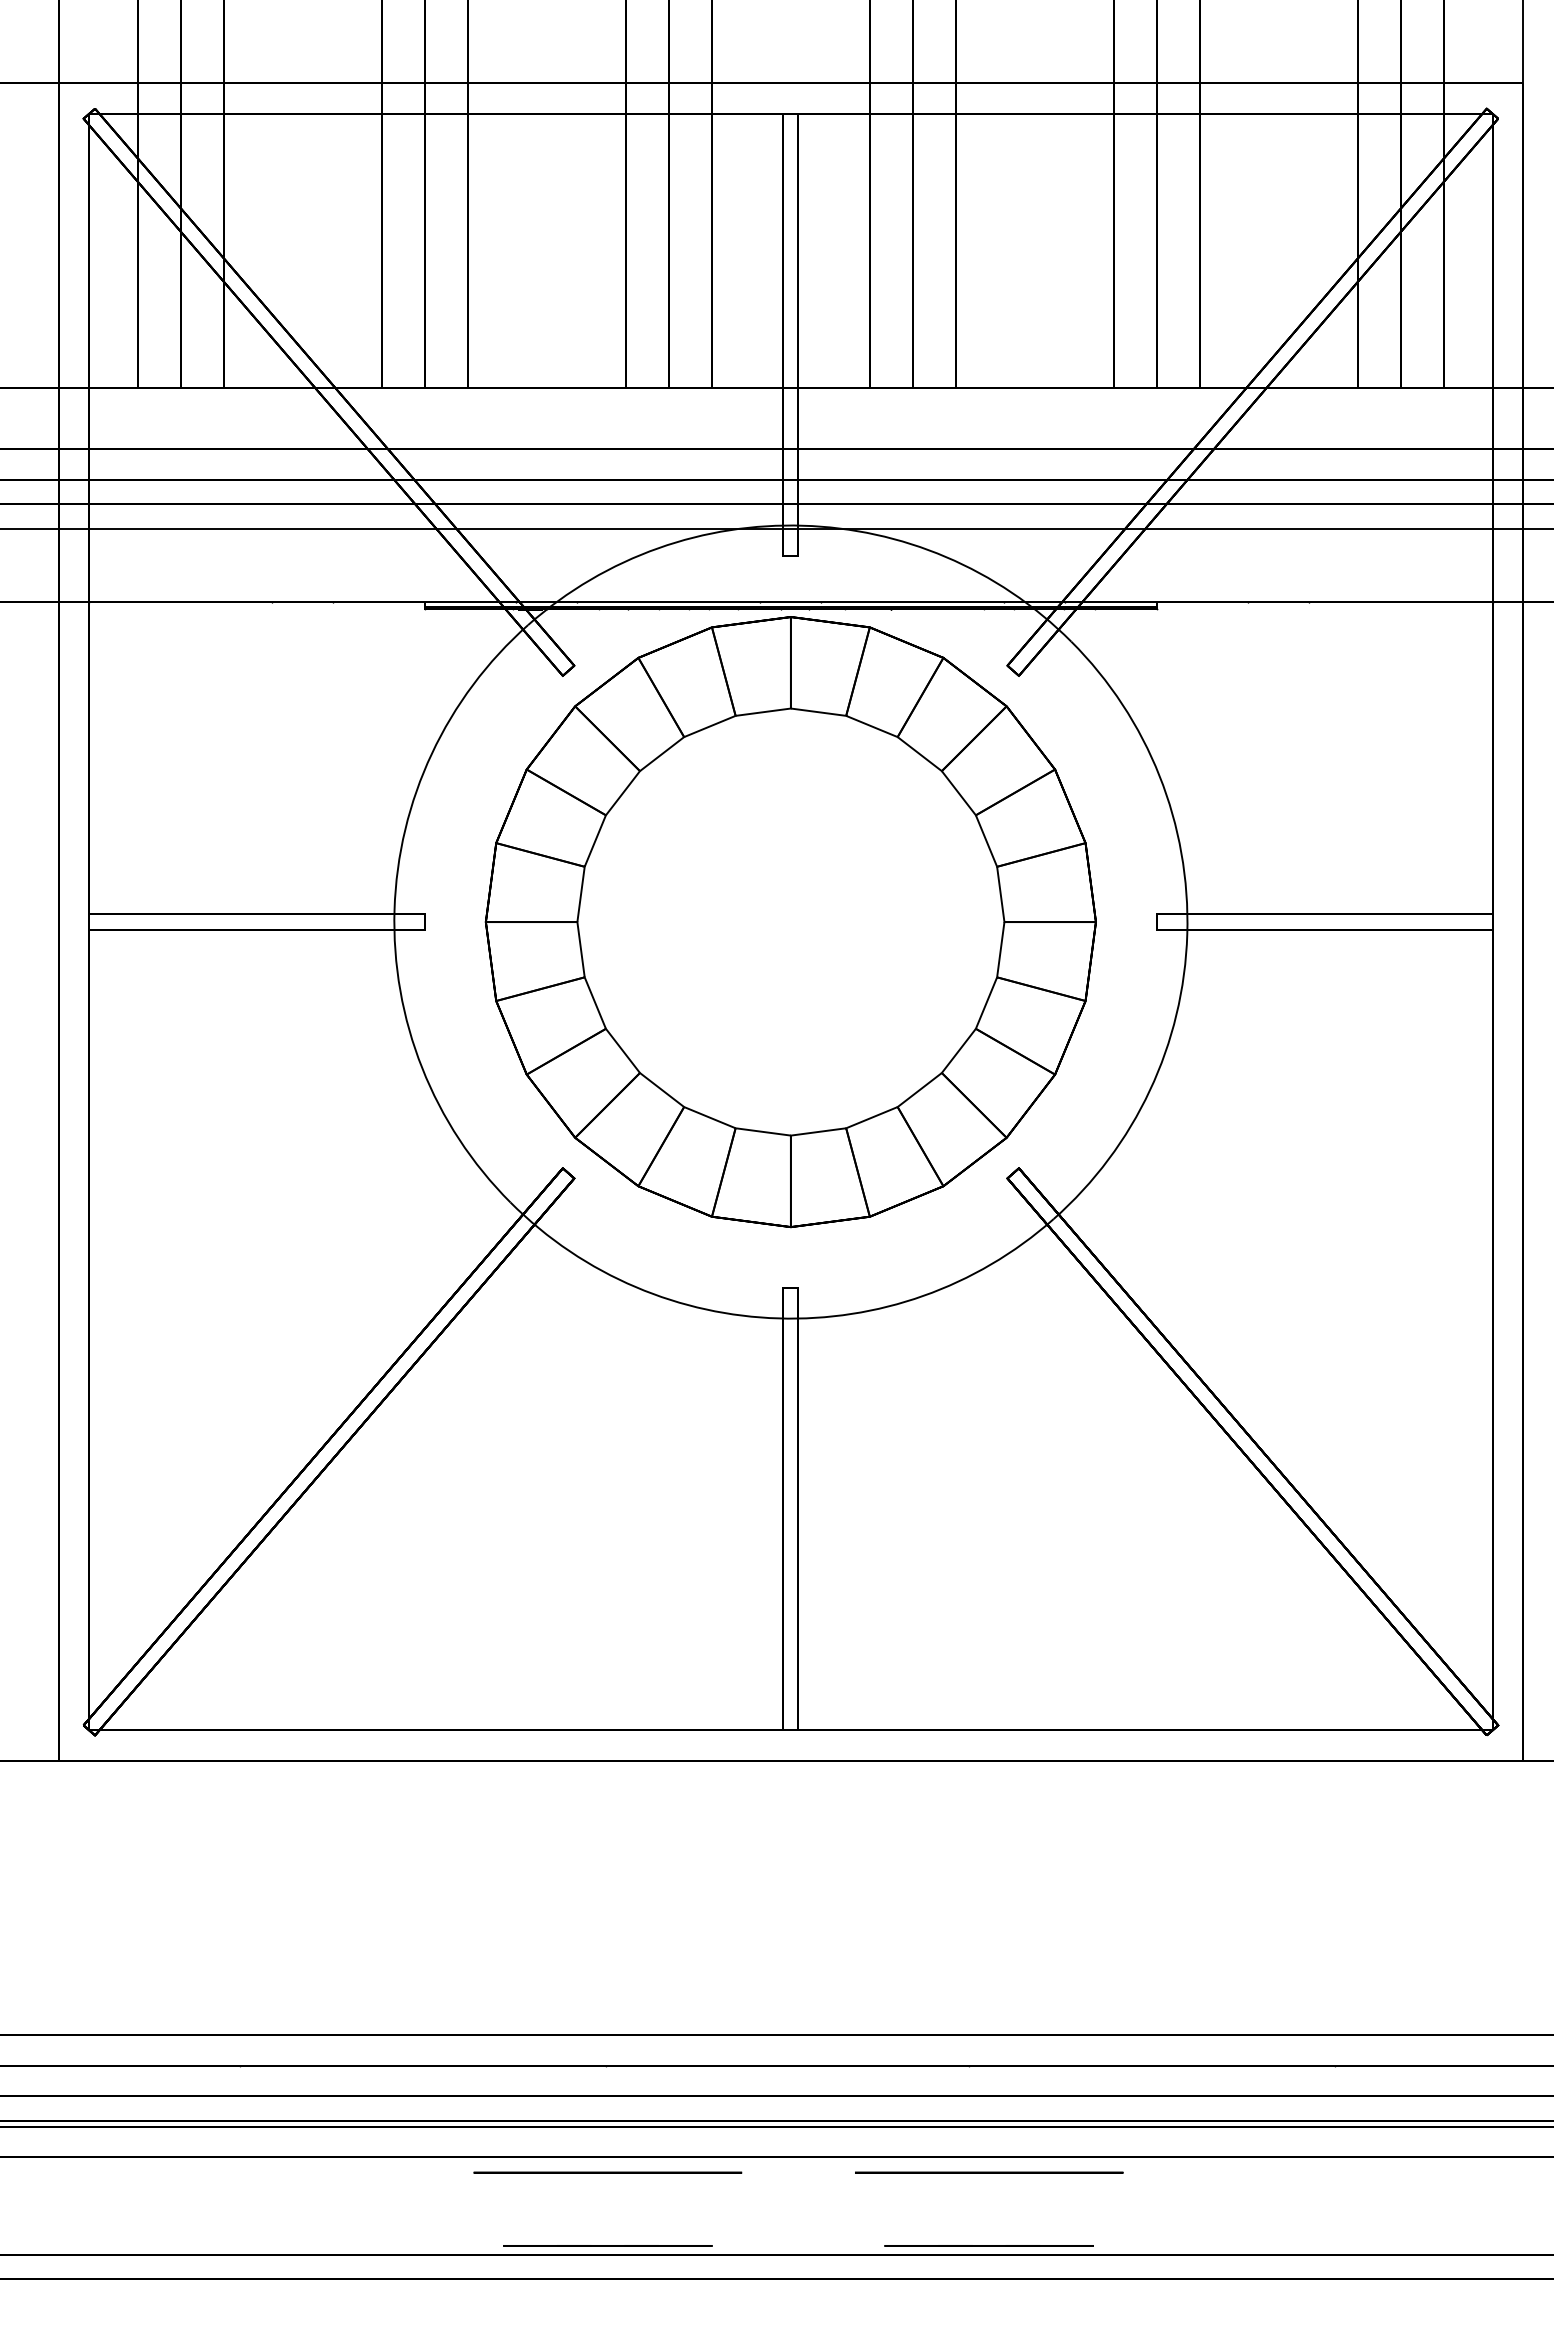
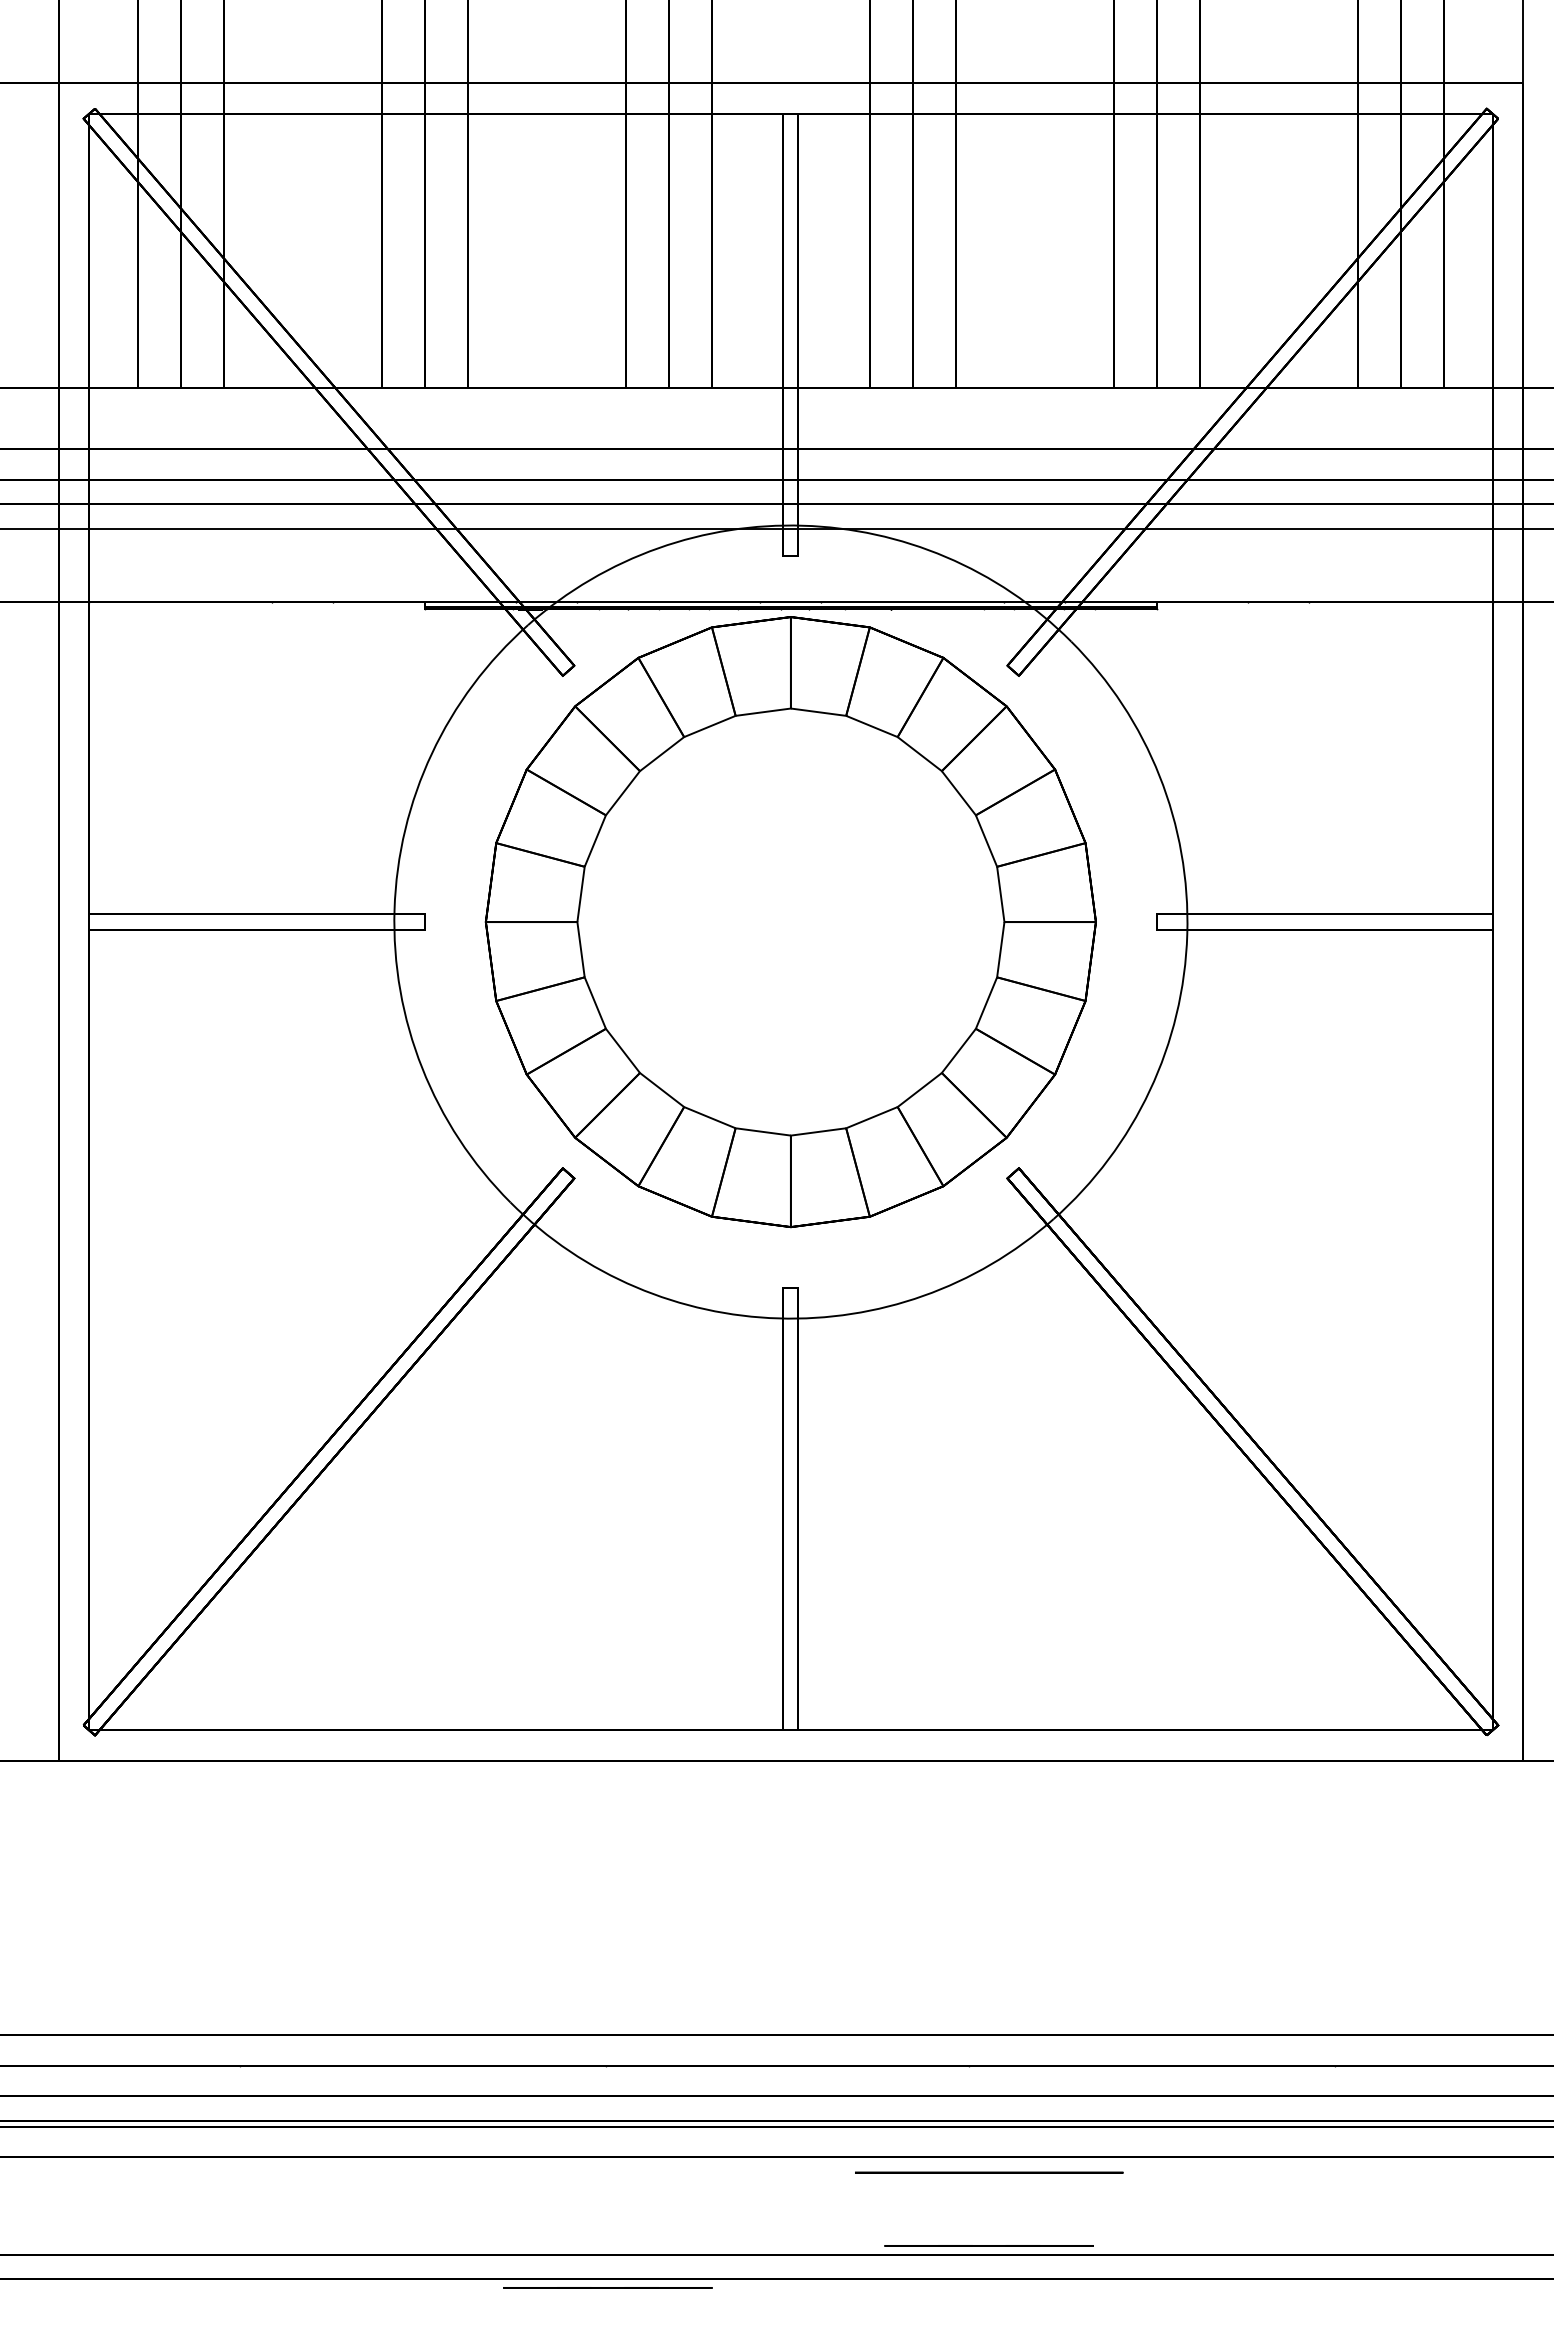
circle at (607, 2172): present -> none
line at (607, 2245) position: (607, 2245) -> (607, 2287)
